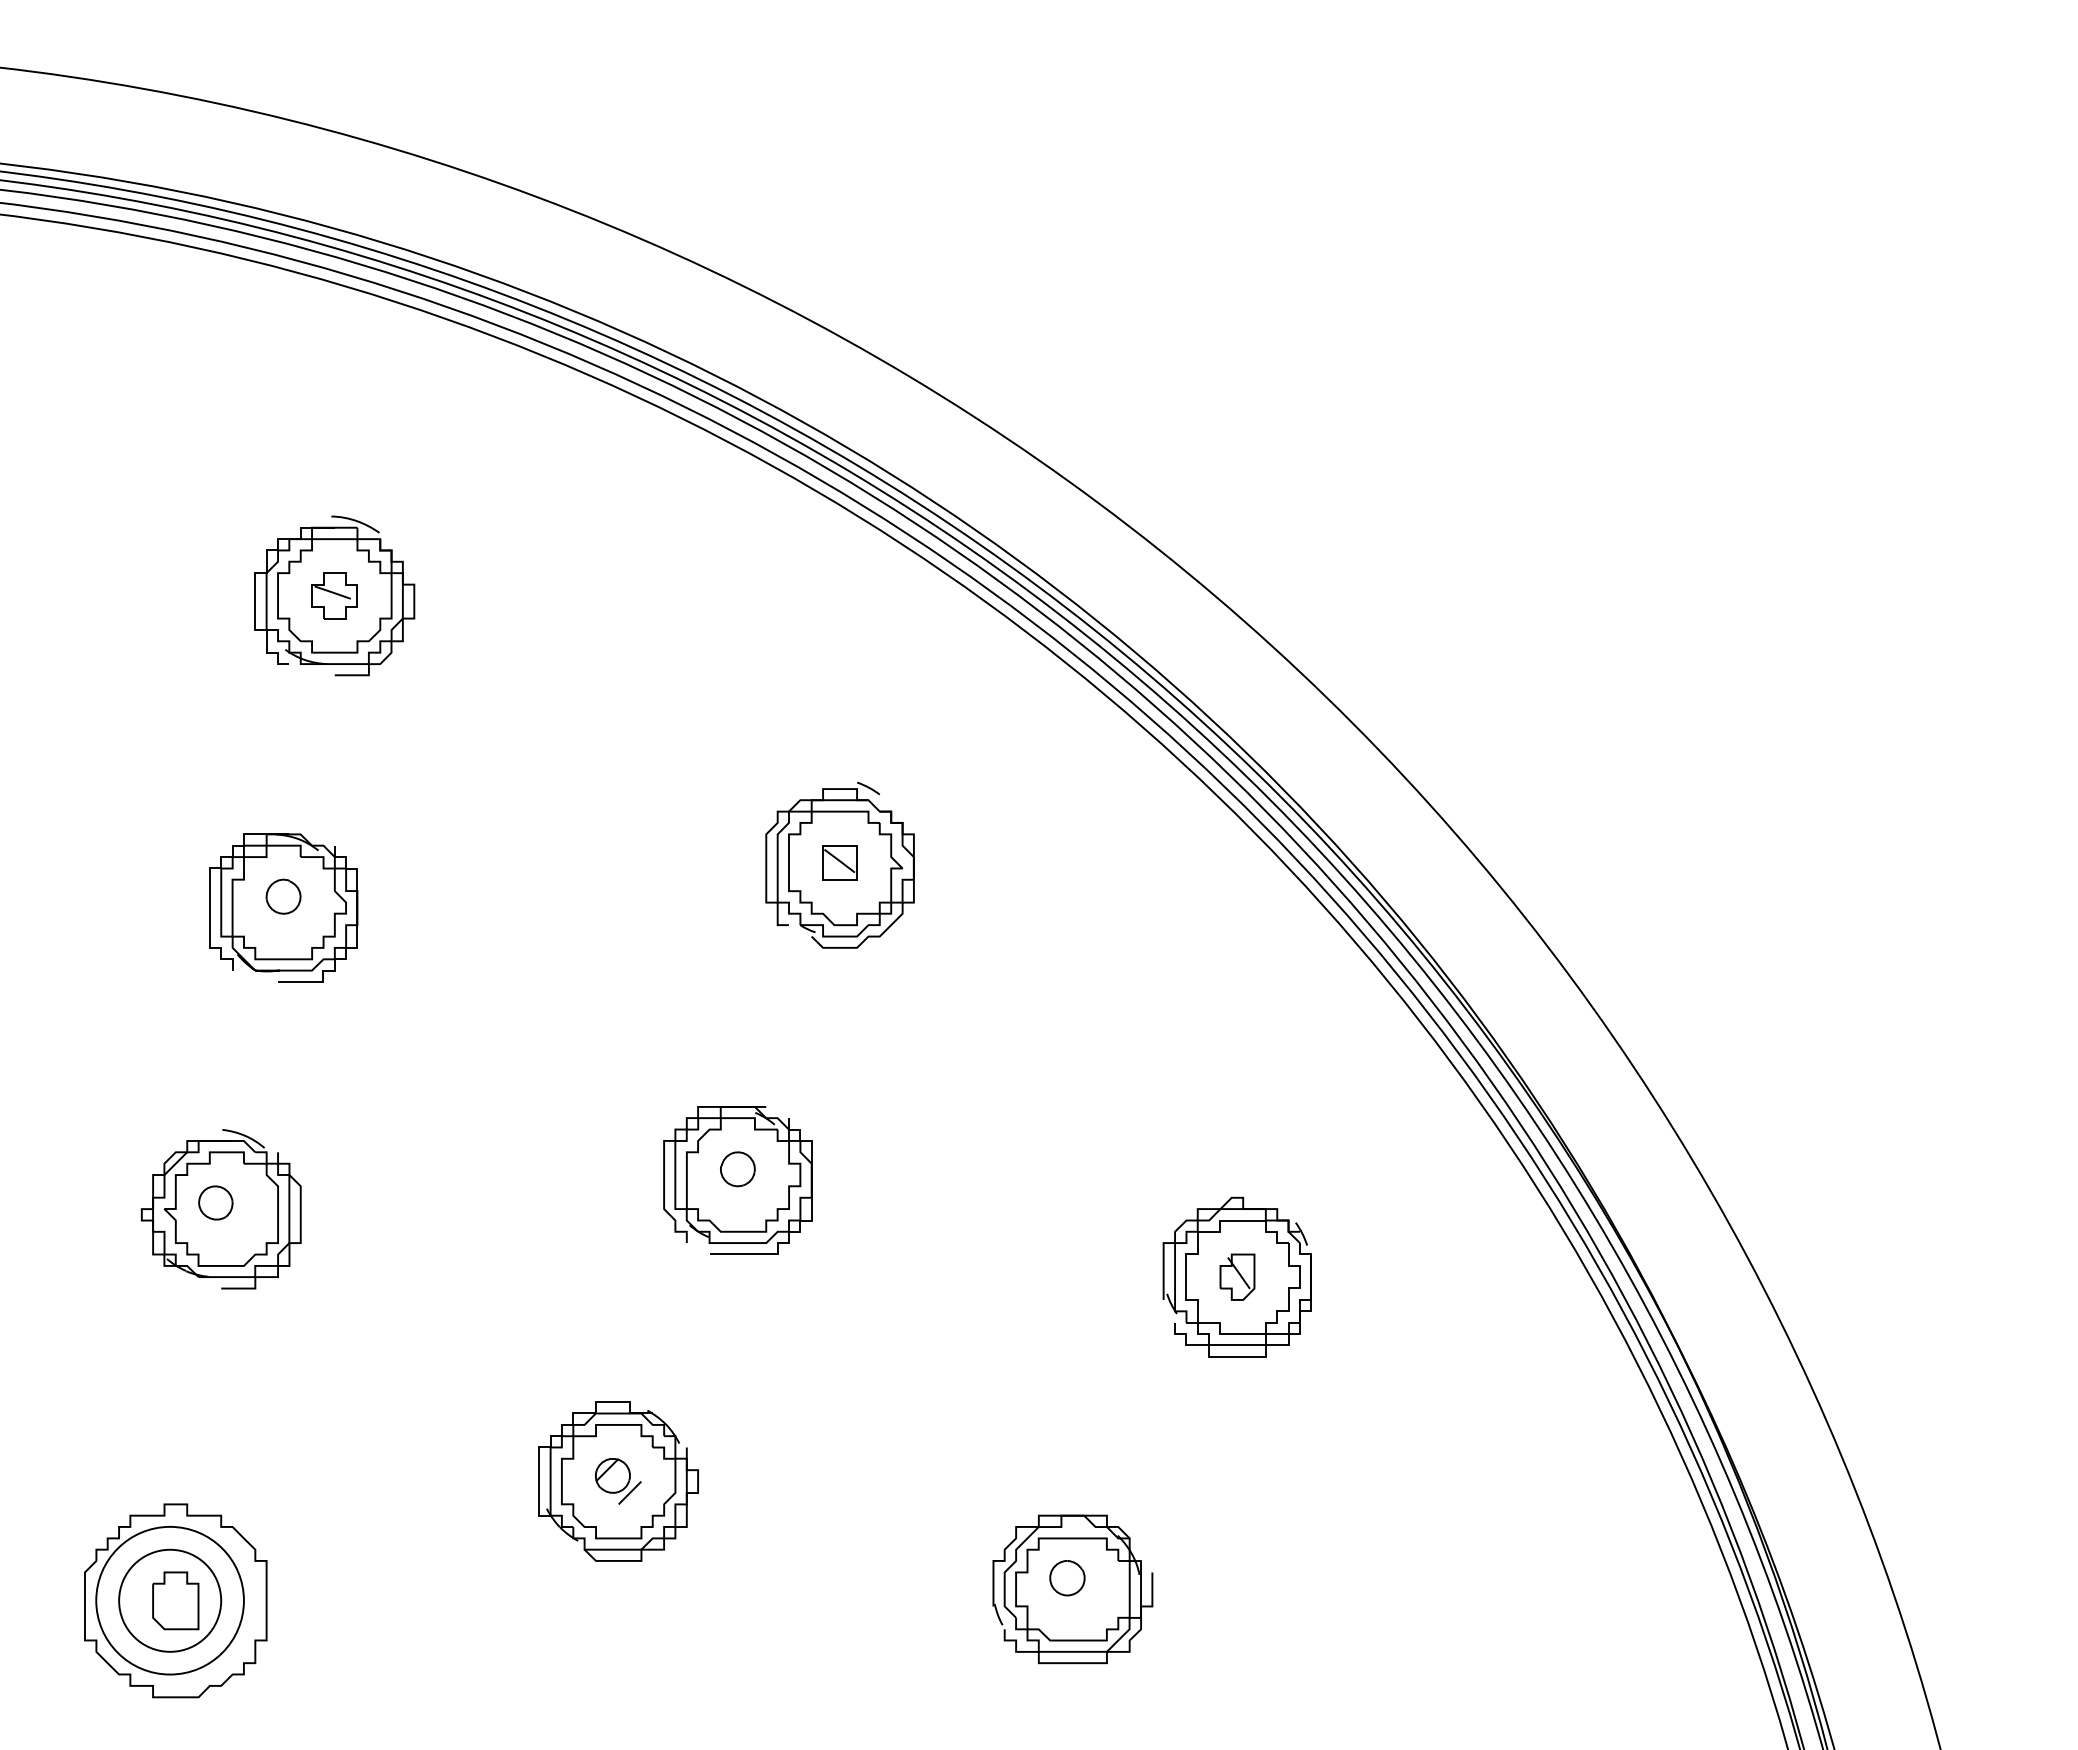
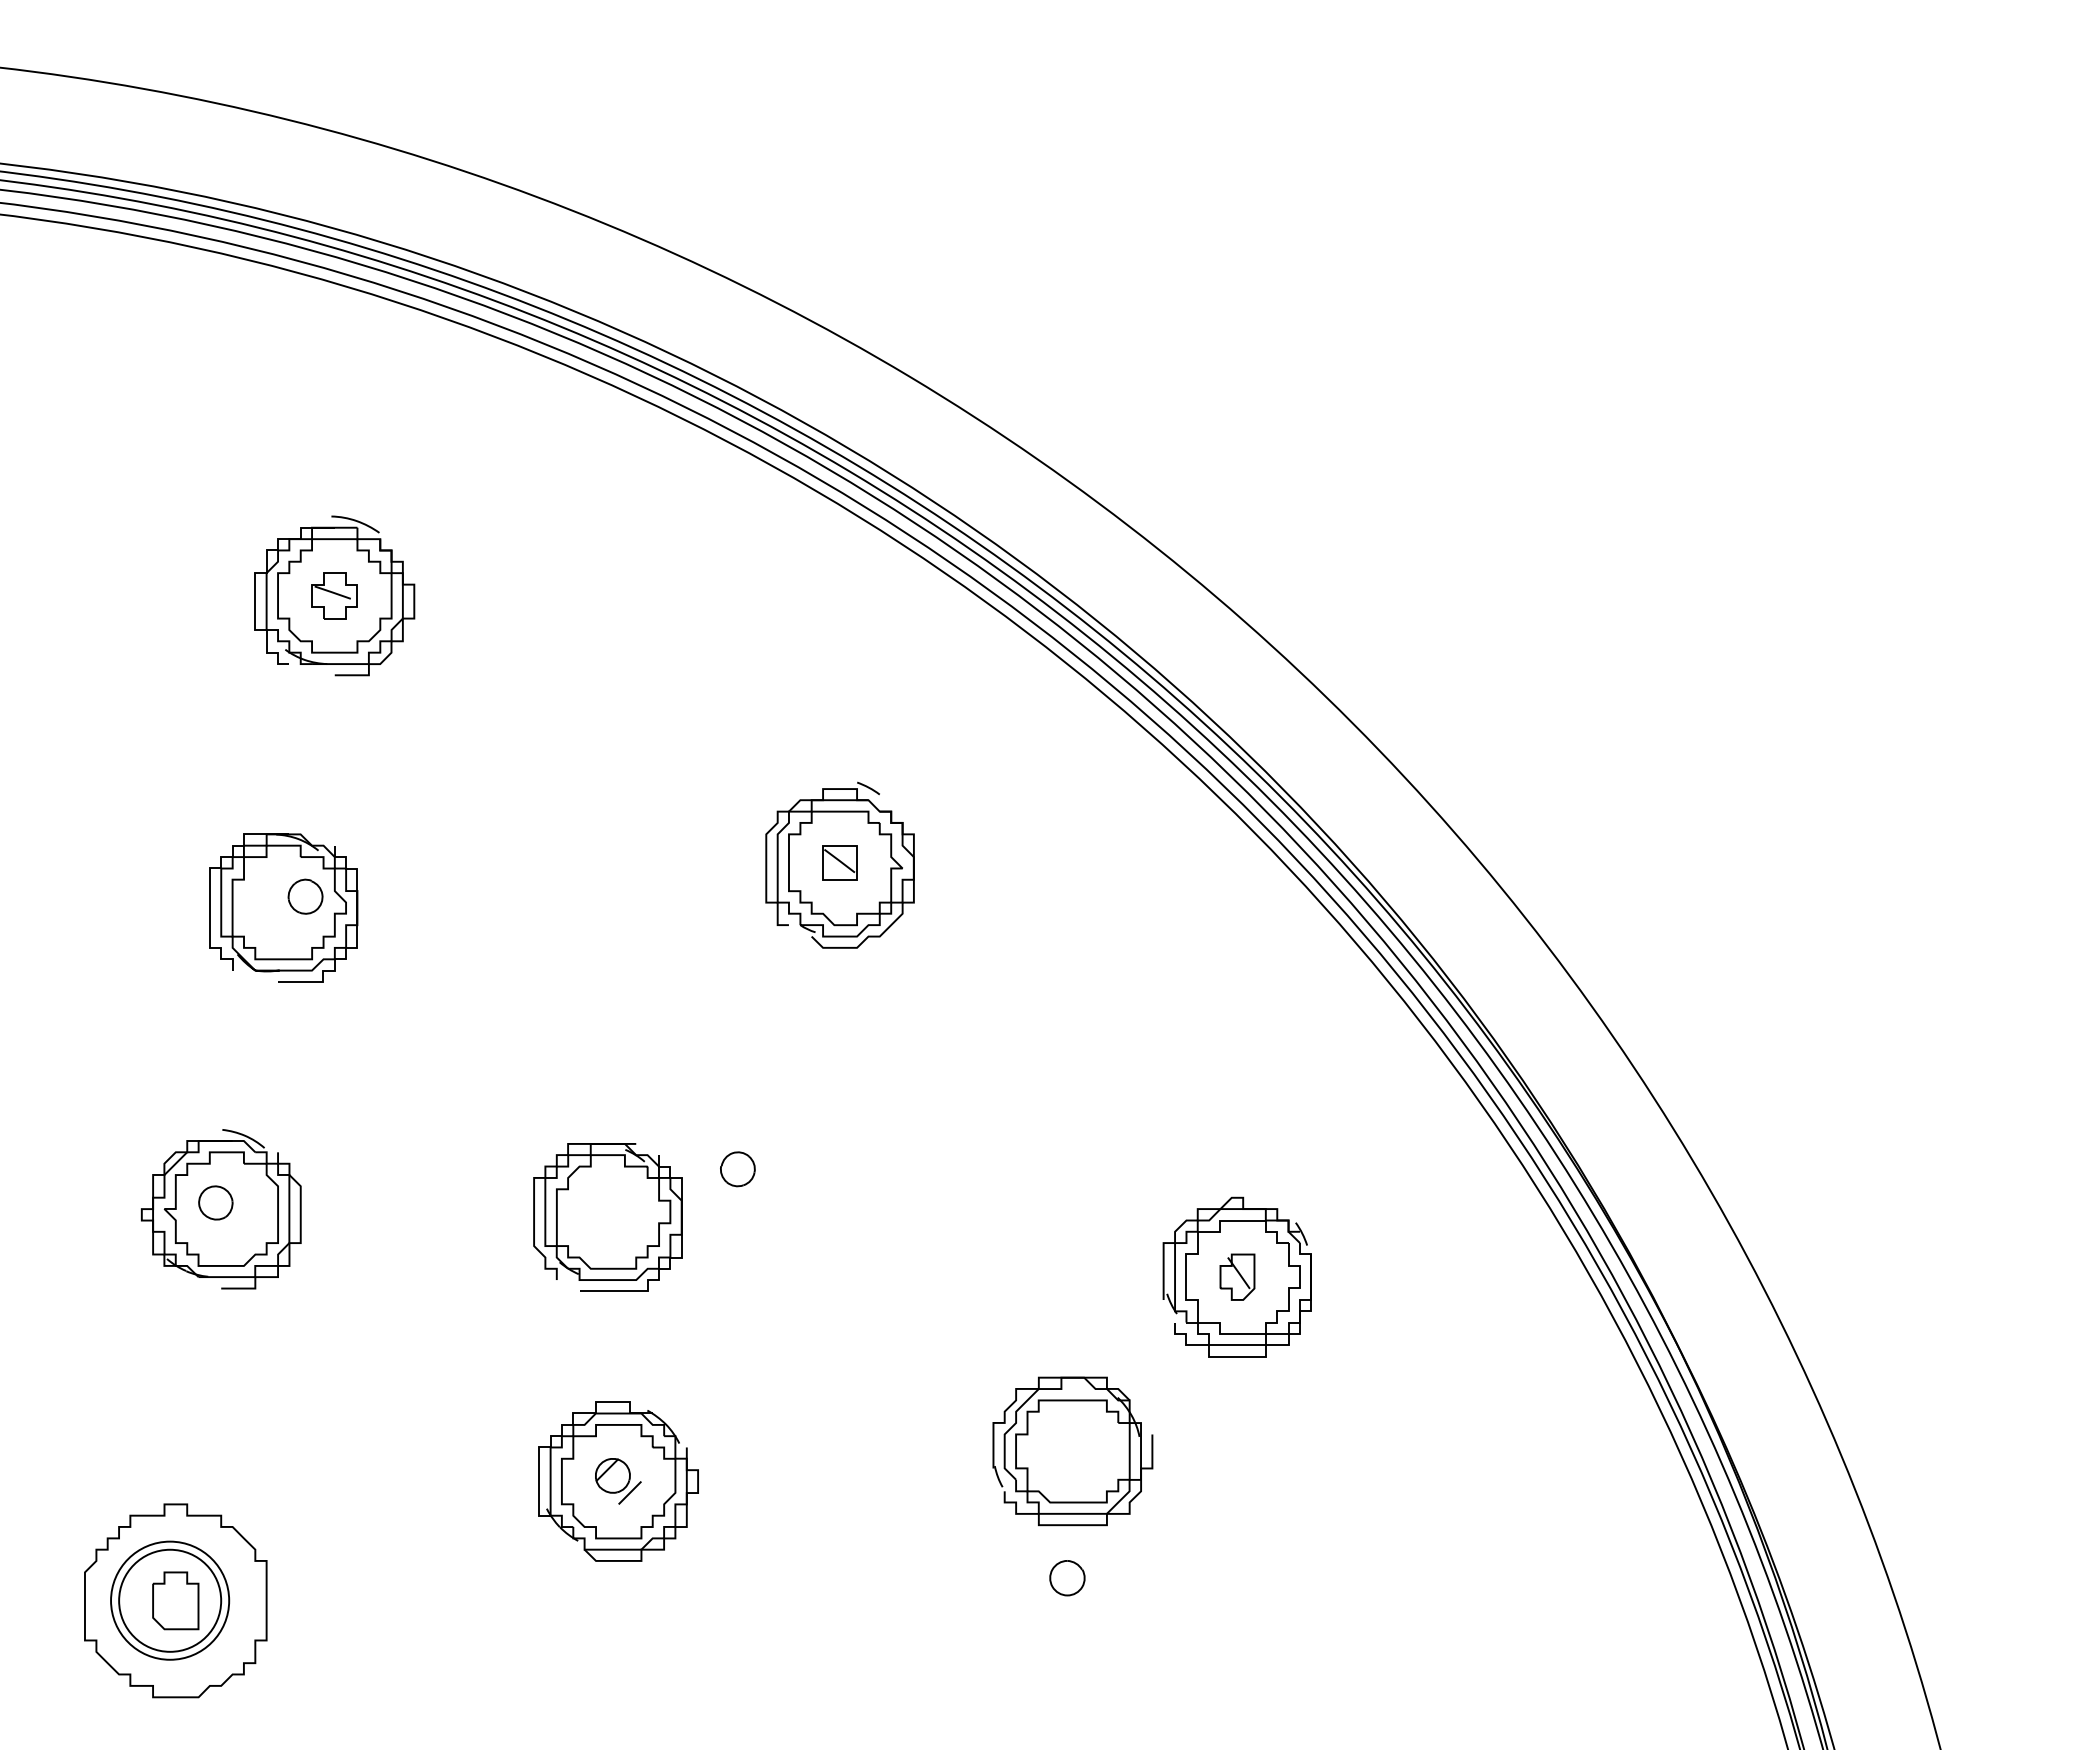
part at (283, 896) position: (283, 896) -> (305, 896)
part at (737, 1180) position: (737, 1180) -> (607, 1217)
part at (1072, 1589) position: (1072, 1589) -> (1072, 1451)
circle at (169, 1600) diameter: 148 px -> 118 px
